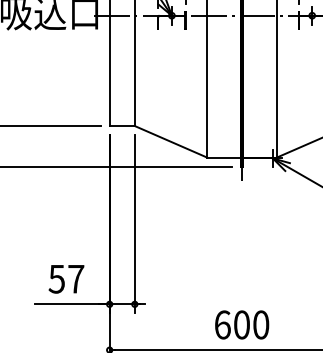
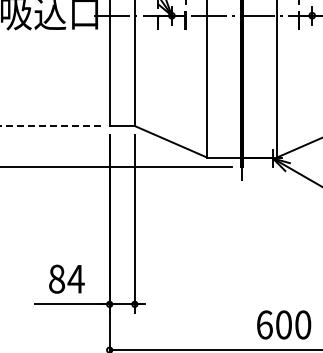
line at (50, 126): solid -> dashed
text at (66, 278): 57 -> 84
text at (242, 324) position: (242, 324) -> (284, 324)
